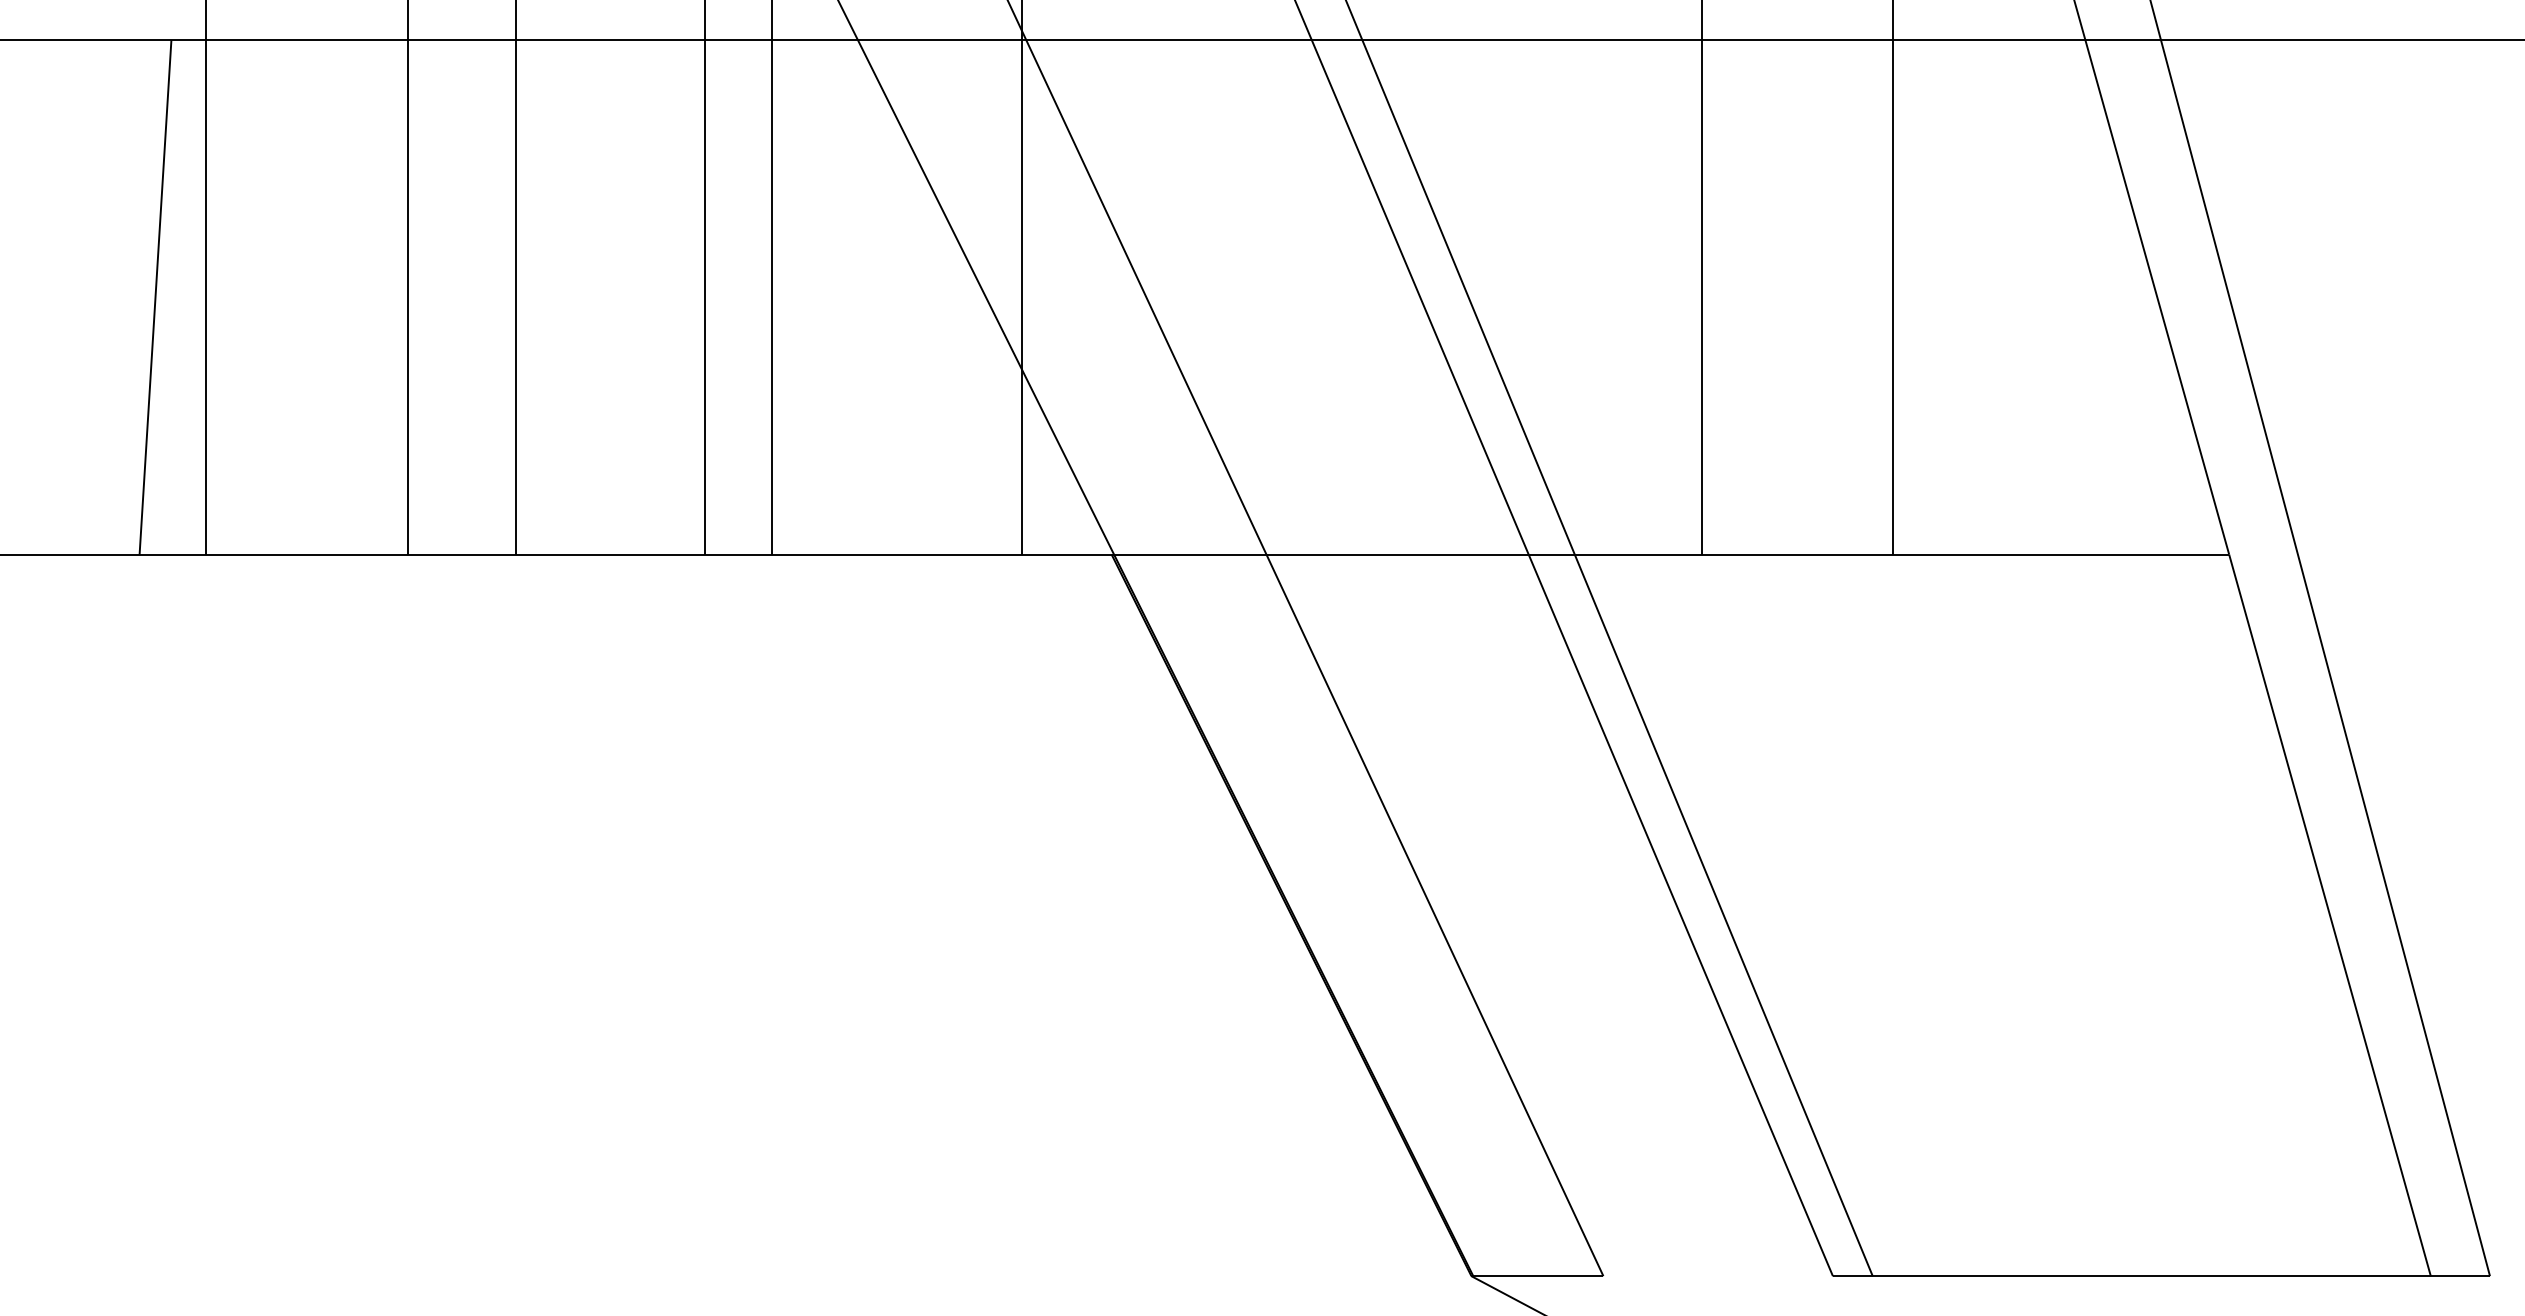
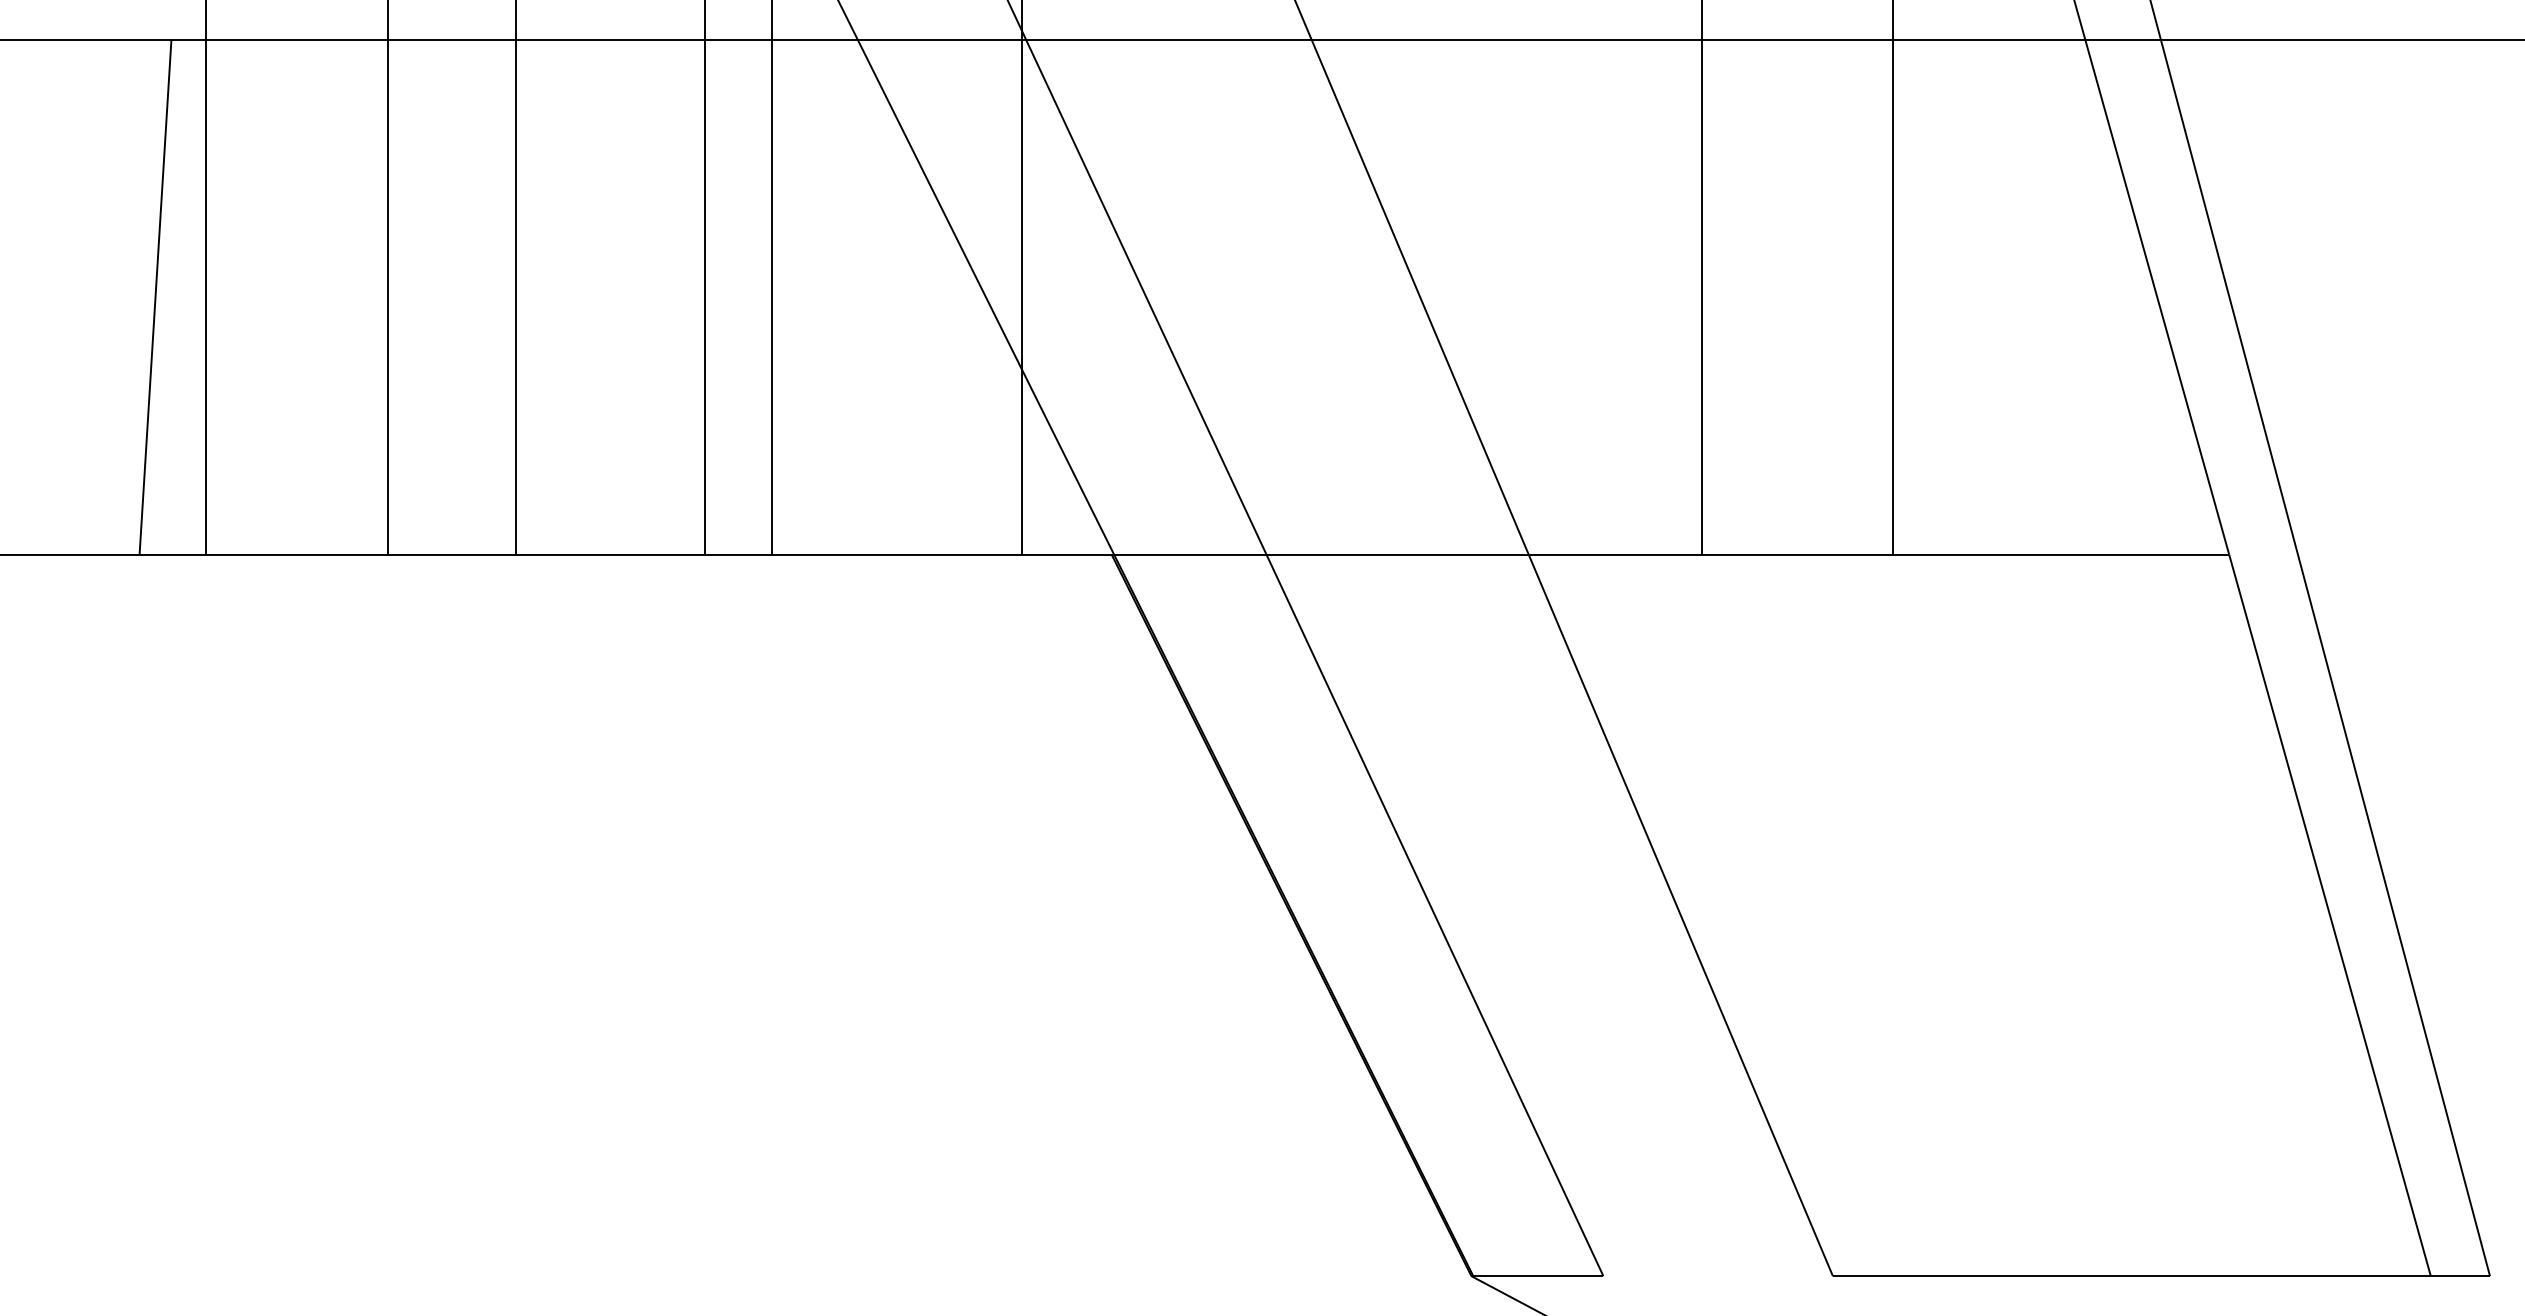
line at (407, 278) position: (407, 278) -> (387, 278)
line at (1609, 639): present -> none
